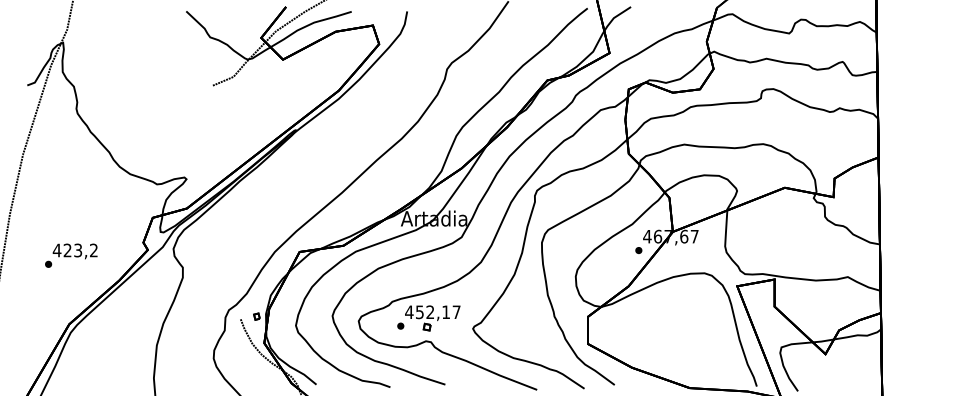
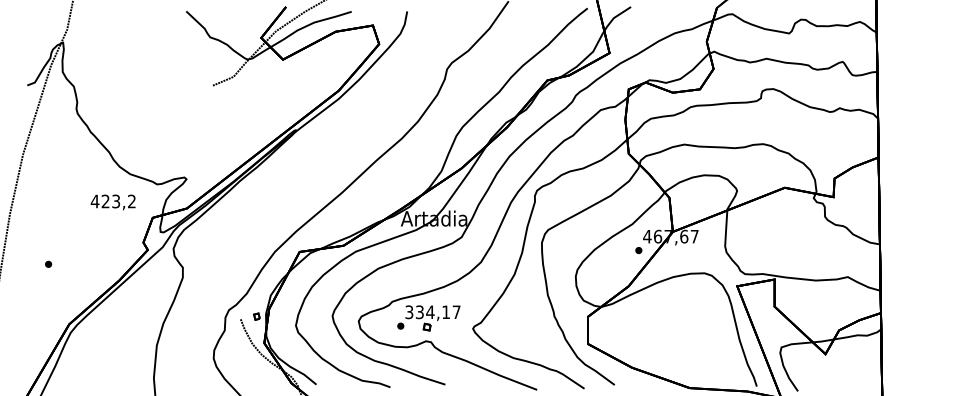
text at (74, 251) position: (74, 251) -> (112, 202)
text at (419, 312): 452,17 -> 334,17
